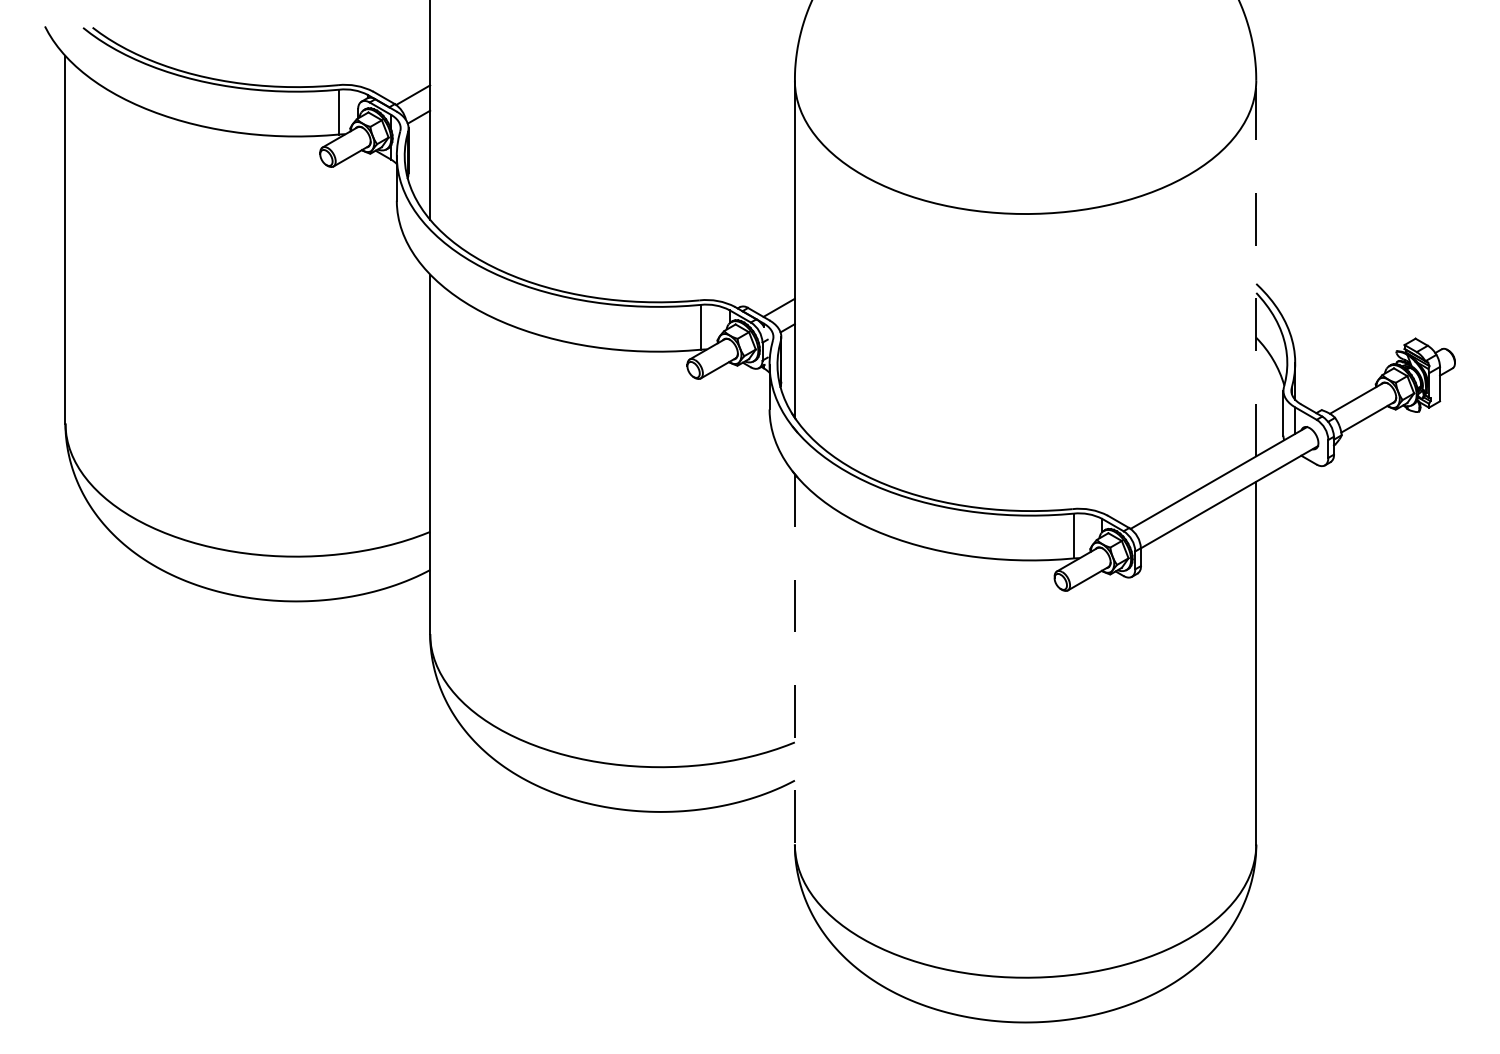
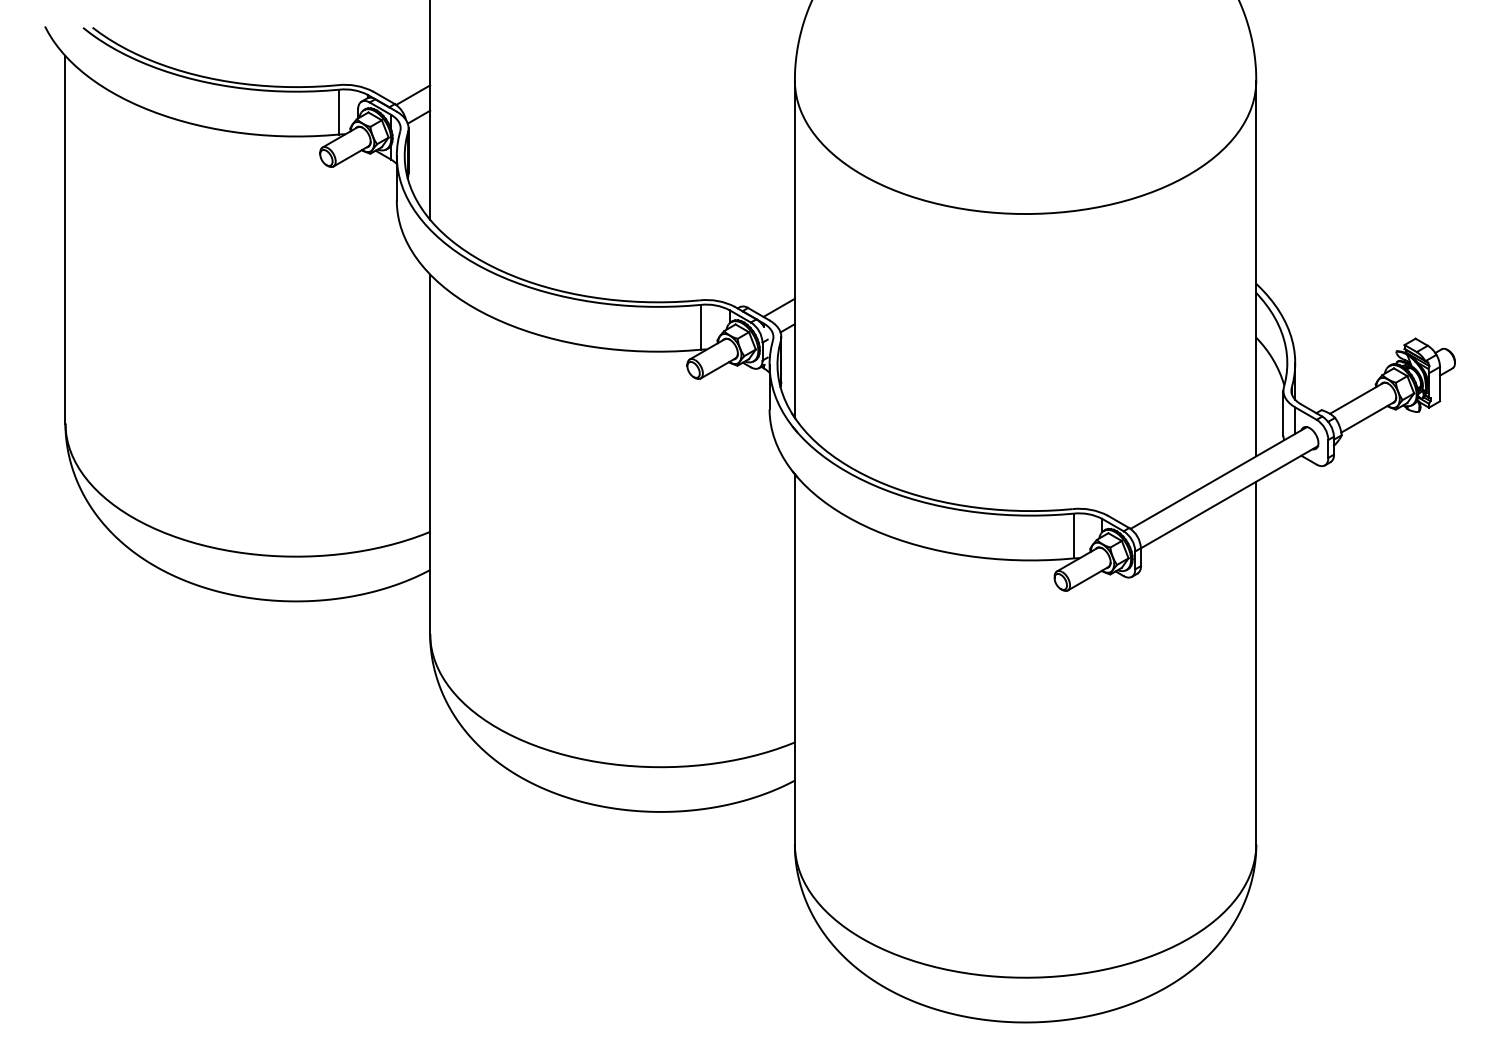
line at (1256, 268): dashed -> solid
line at (794, 659): dashed -> solid
